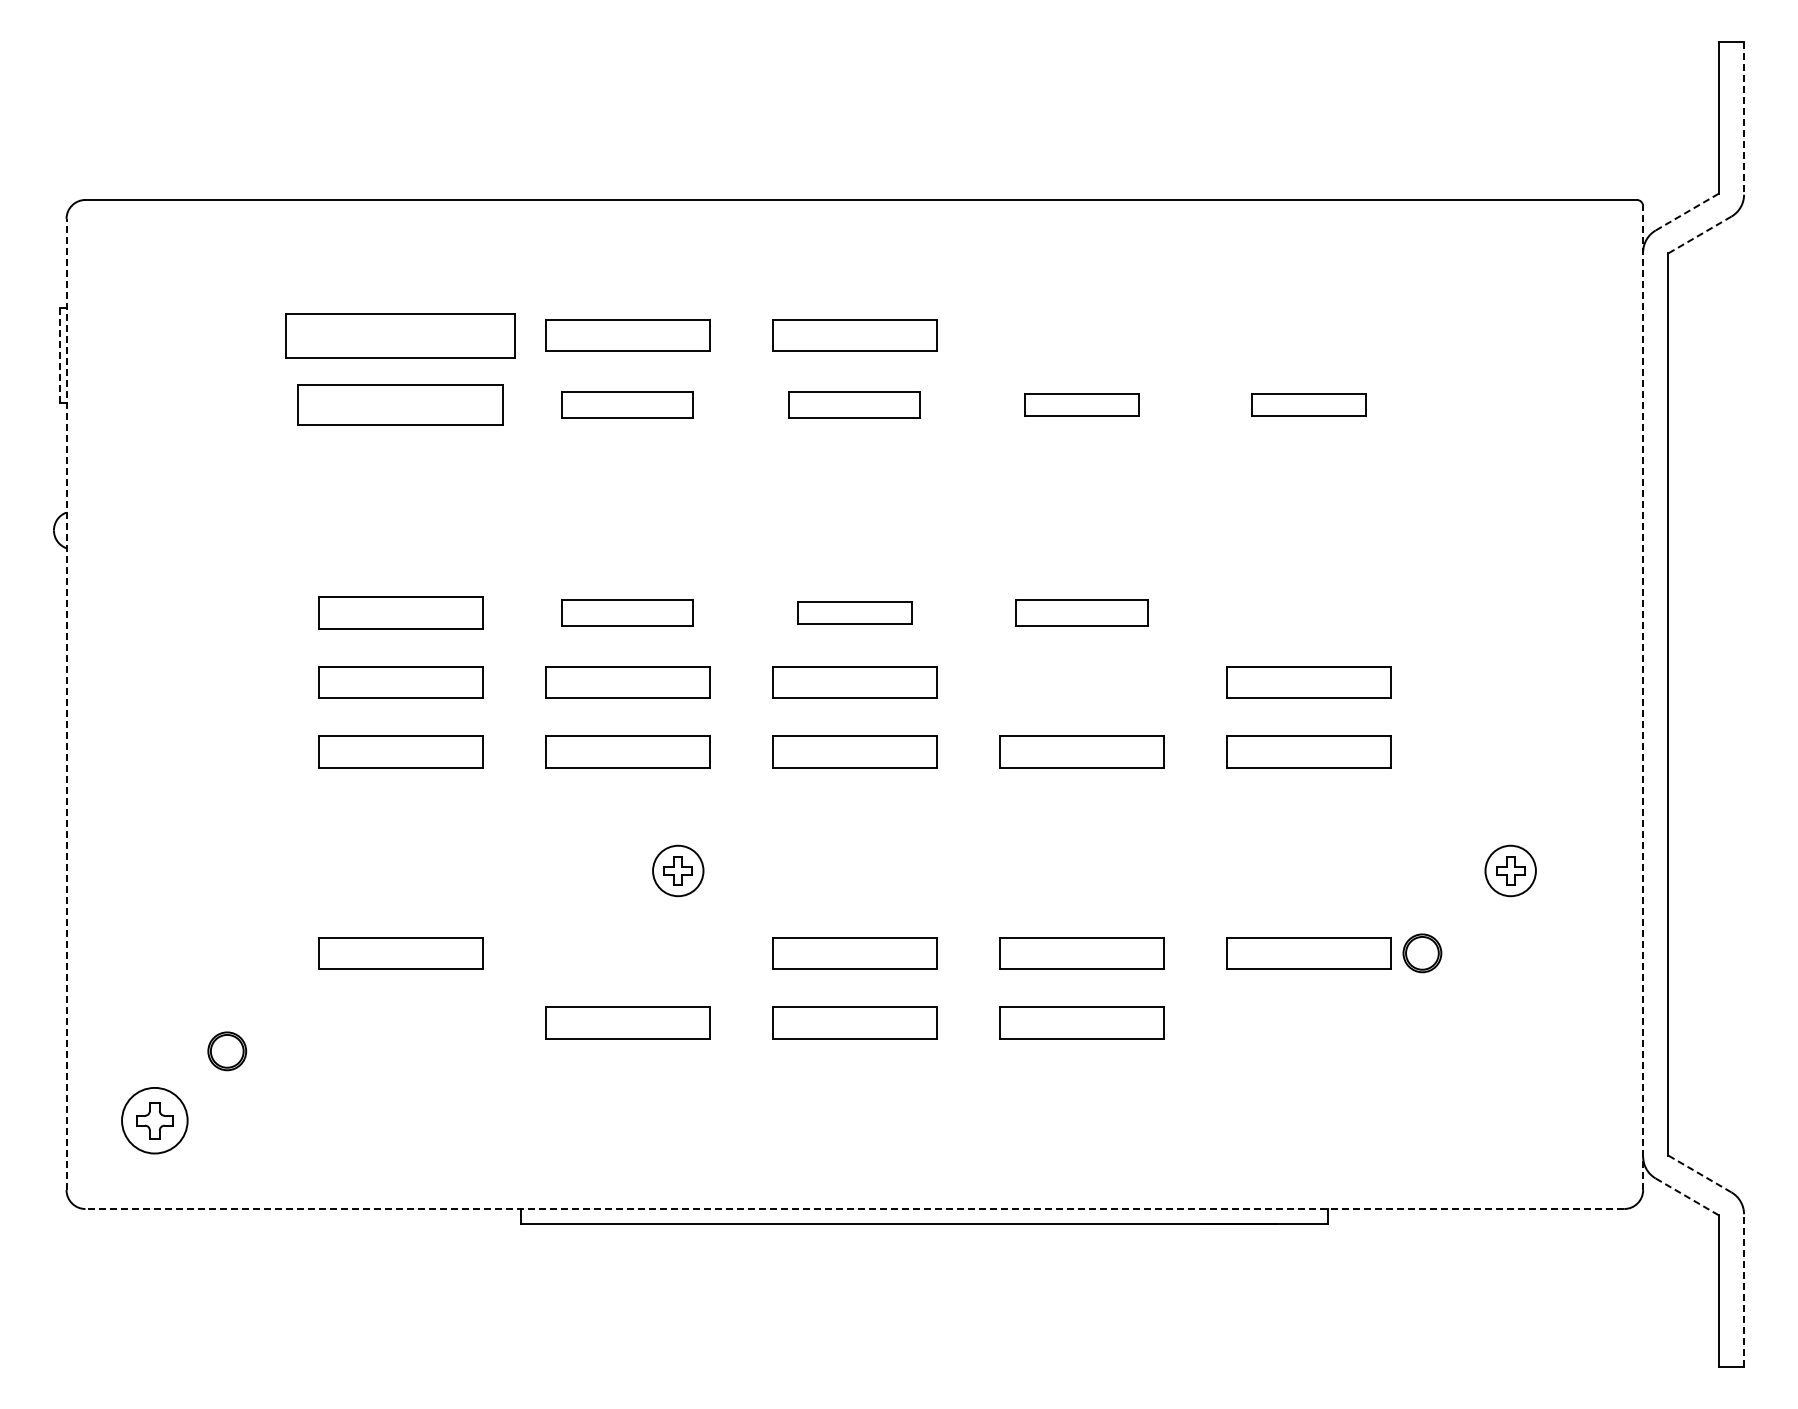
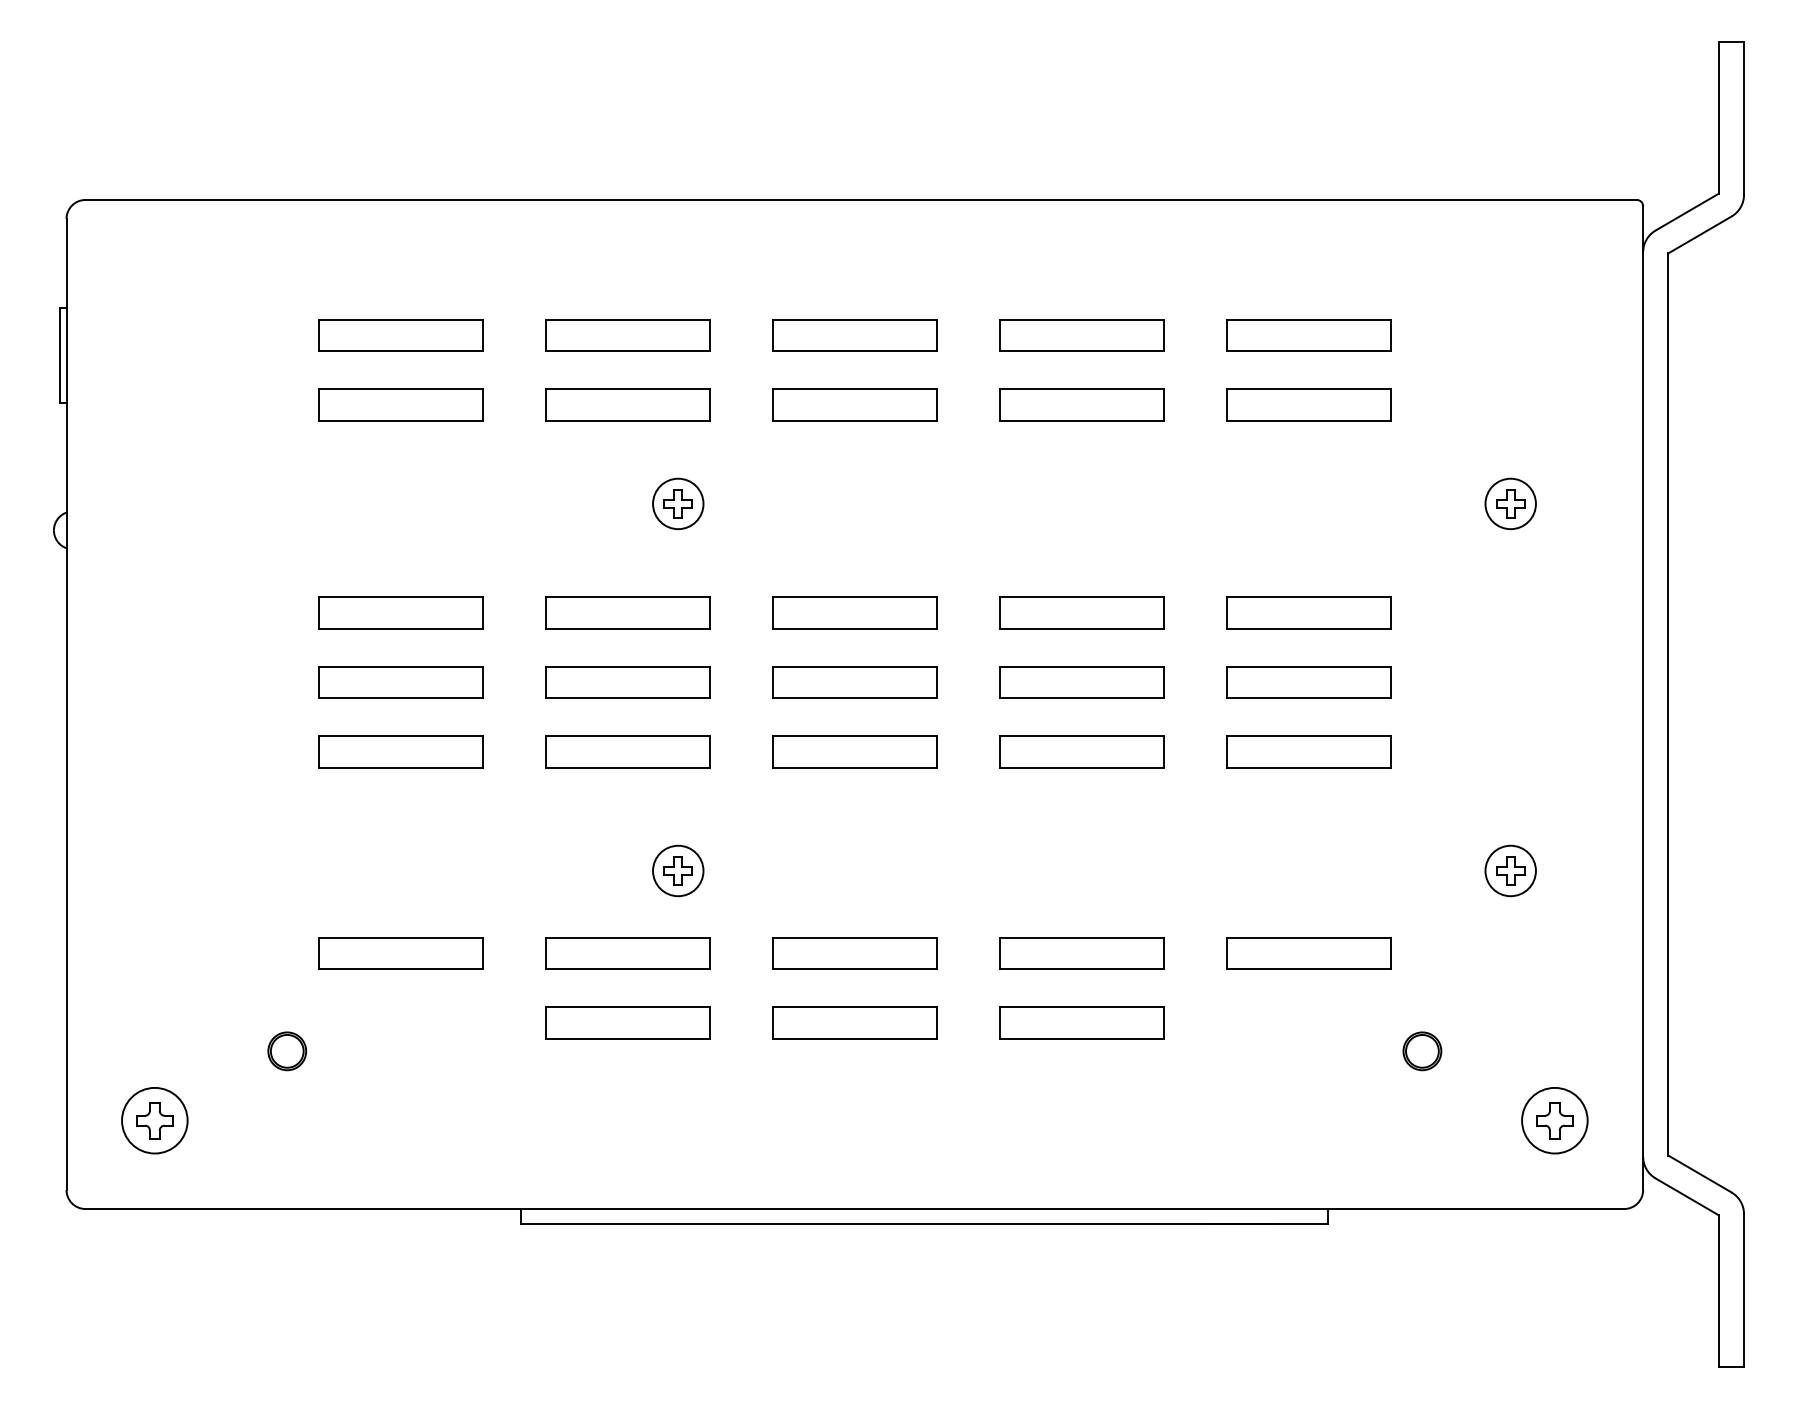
line at (1744, 119): dashed -> solid
line at (1687, 212): dashed -> solid
line at (1699, 234): dashed -> solid
part at (400, 335) size: 231x46 px -> 166x33 px
part at (1081, 335): none -> present
part at (1308, 335): none -> present
line at (60, 356): dashed -> solid
part at (400, 404) size: 207x42 px -> 166x34 px
part at (627, 404) size: 133x28 px -> 166x34 px
part at (854, 404) size: 133x28 px -> 166x34 px
part at (1081, 404) size: 116x24 px -> 166x34 px
part at (1308, 404) size: 116x24 px -> 166x34 px
part at (678, 503): none -> present
part at (1510, 503): none -> present
part at (627, 612) size: 133x28 px -> 166x34 px
part at (854, 612) size: 116x24 px -> 166x34 px
part at (1081, 612) size: 134x28 px -> 166x34 px
part at (1308, 612): none -> present
part at (1081, 682): none -> present
line at (1643, 698): dashed -> solid
line at (66, 704): dashed -> solid
part at (627, 953): none -> present
part at (1422, 953) position: (1422, 953) -> (1422, 1051)
part at (227, 1051) position: (227, 1051) -> (287, 1051)
part at (1554, 1120): none -> present
line at (1699, 1174): dashed -> solid
line at (1687, 1196): dashed -> solid
line at (854, 1209): dashed -> solid
line at (1744, 1289): dashed -> solid
